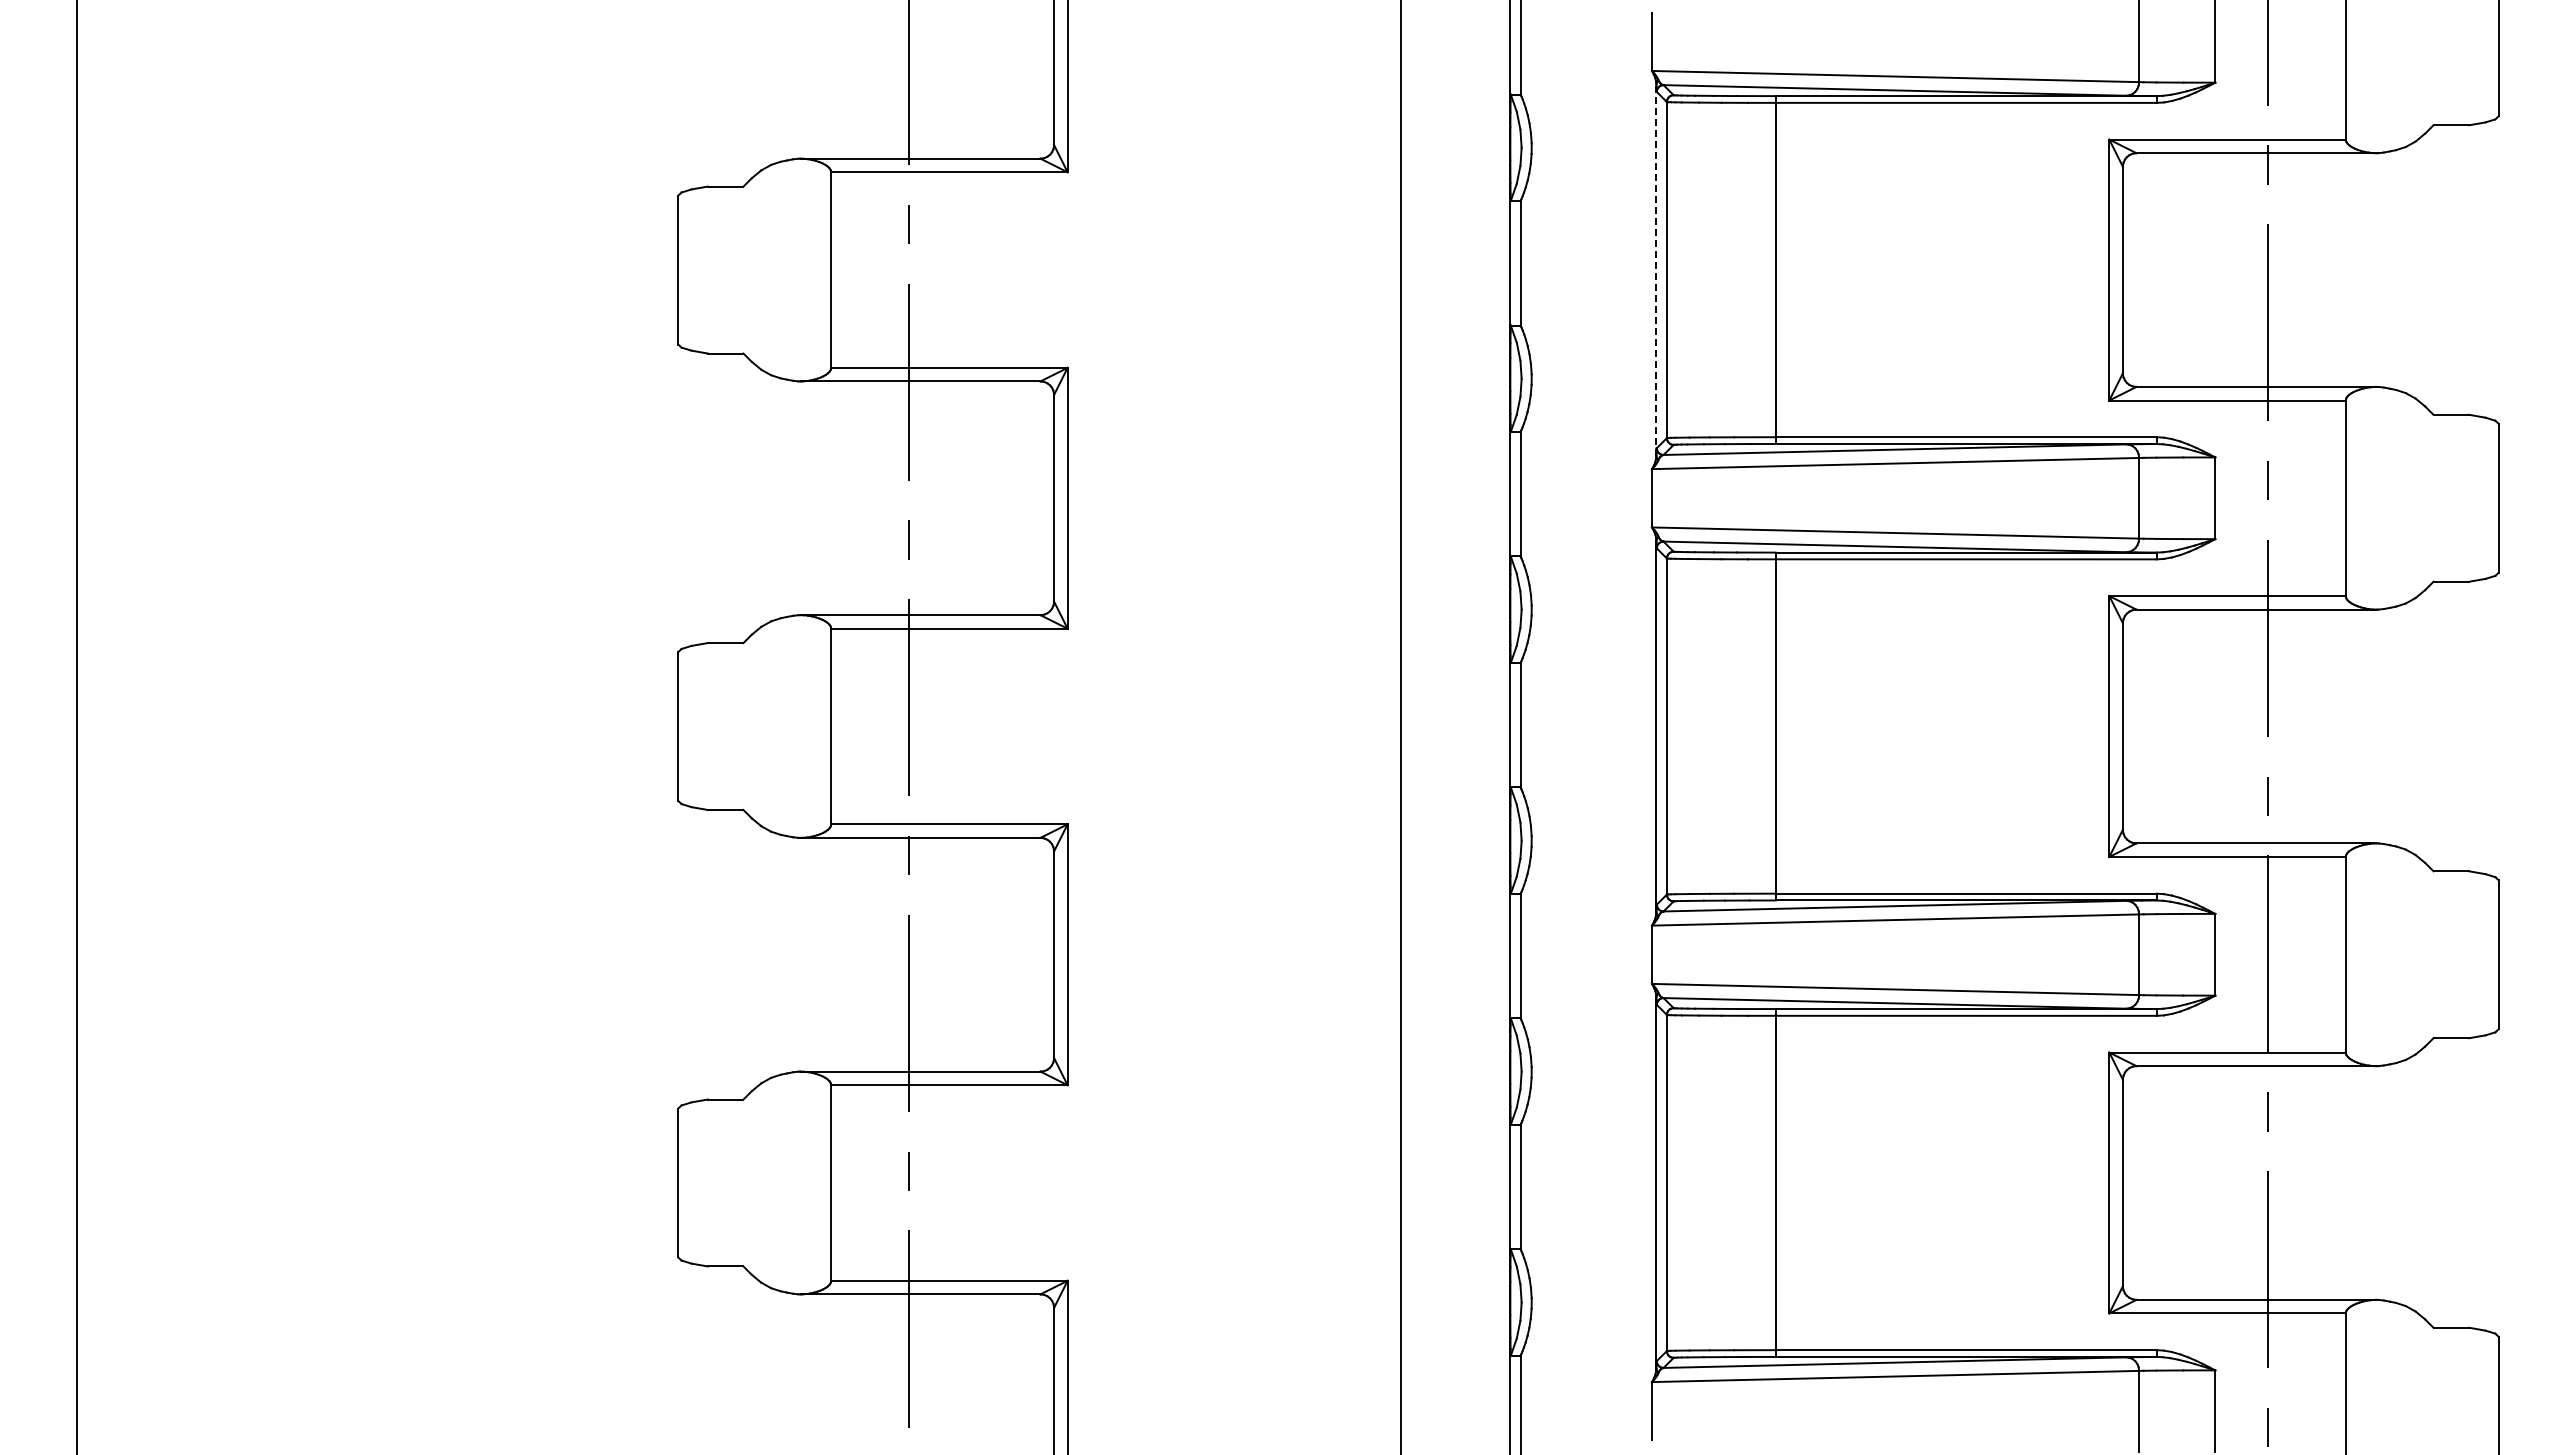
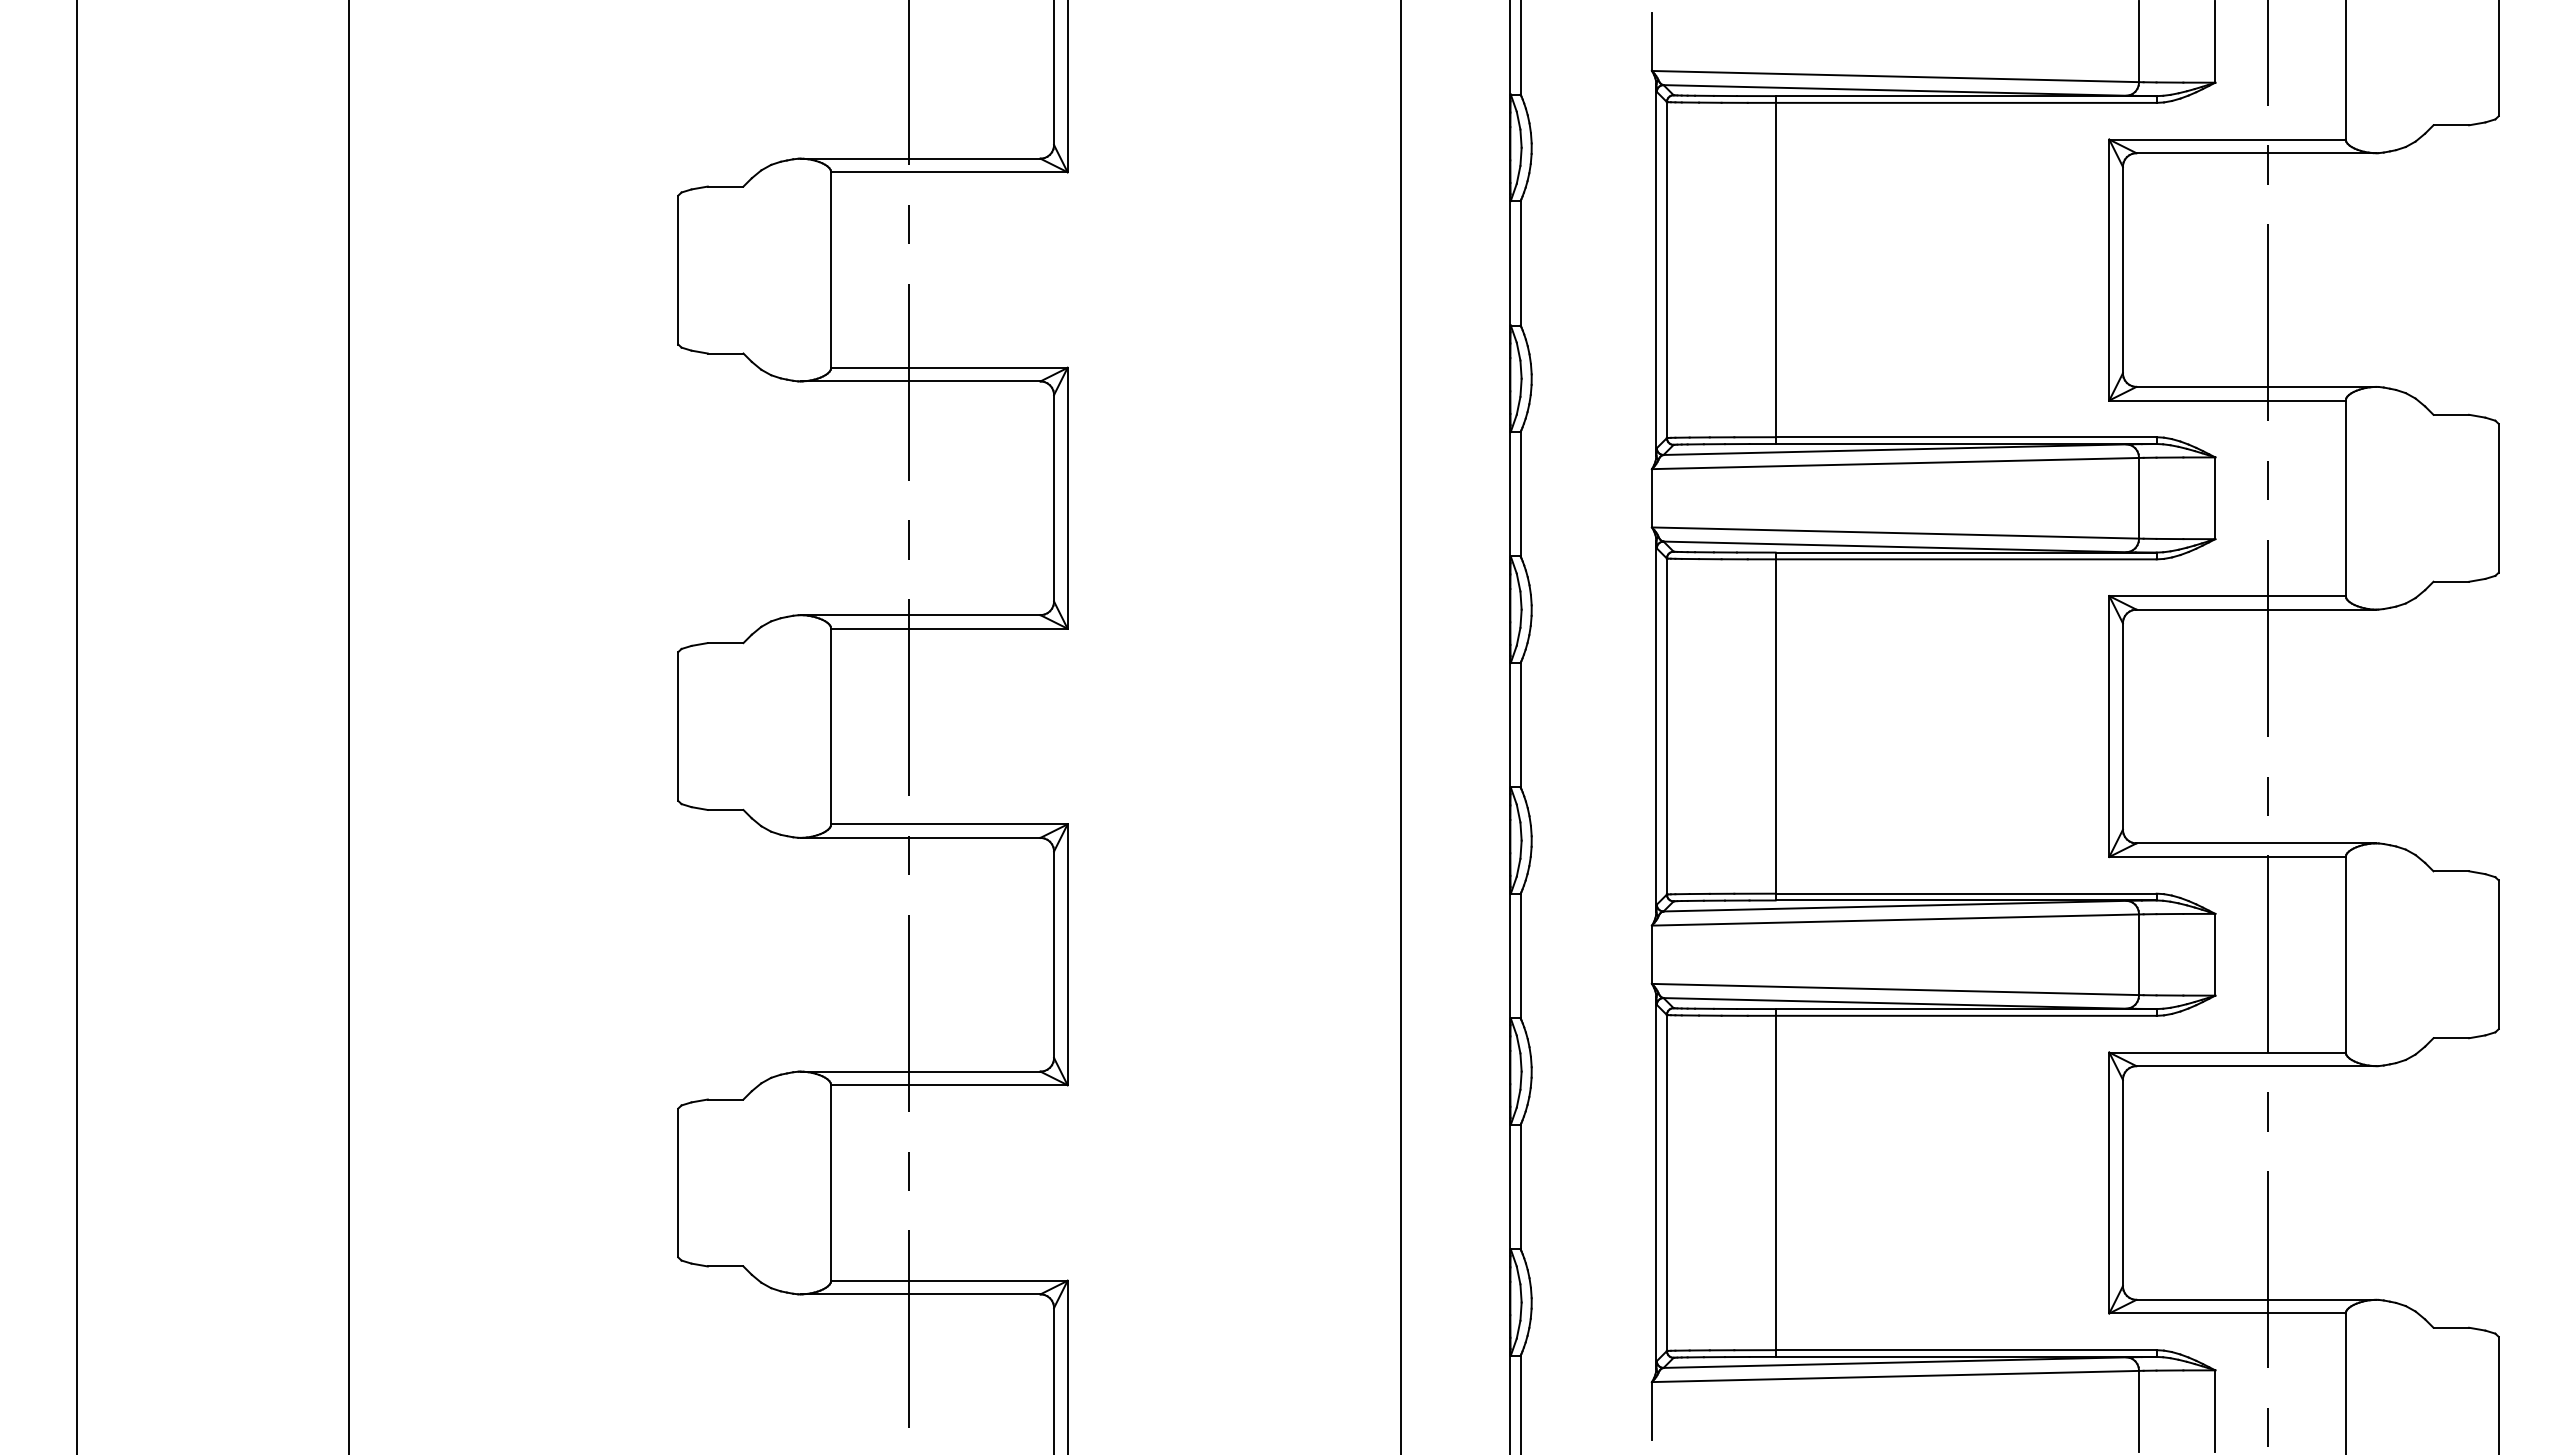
line at (1656, 270): dashed -> solid
line at (348, 726): none -> present
